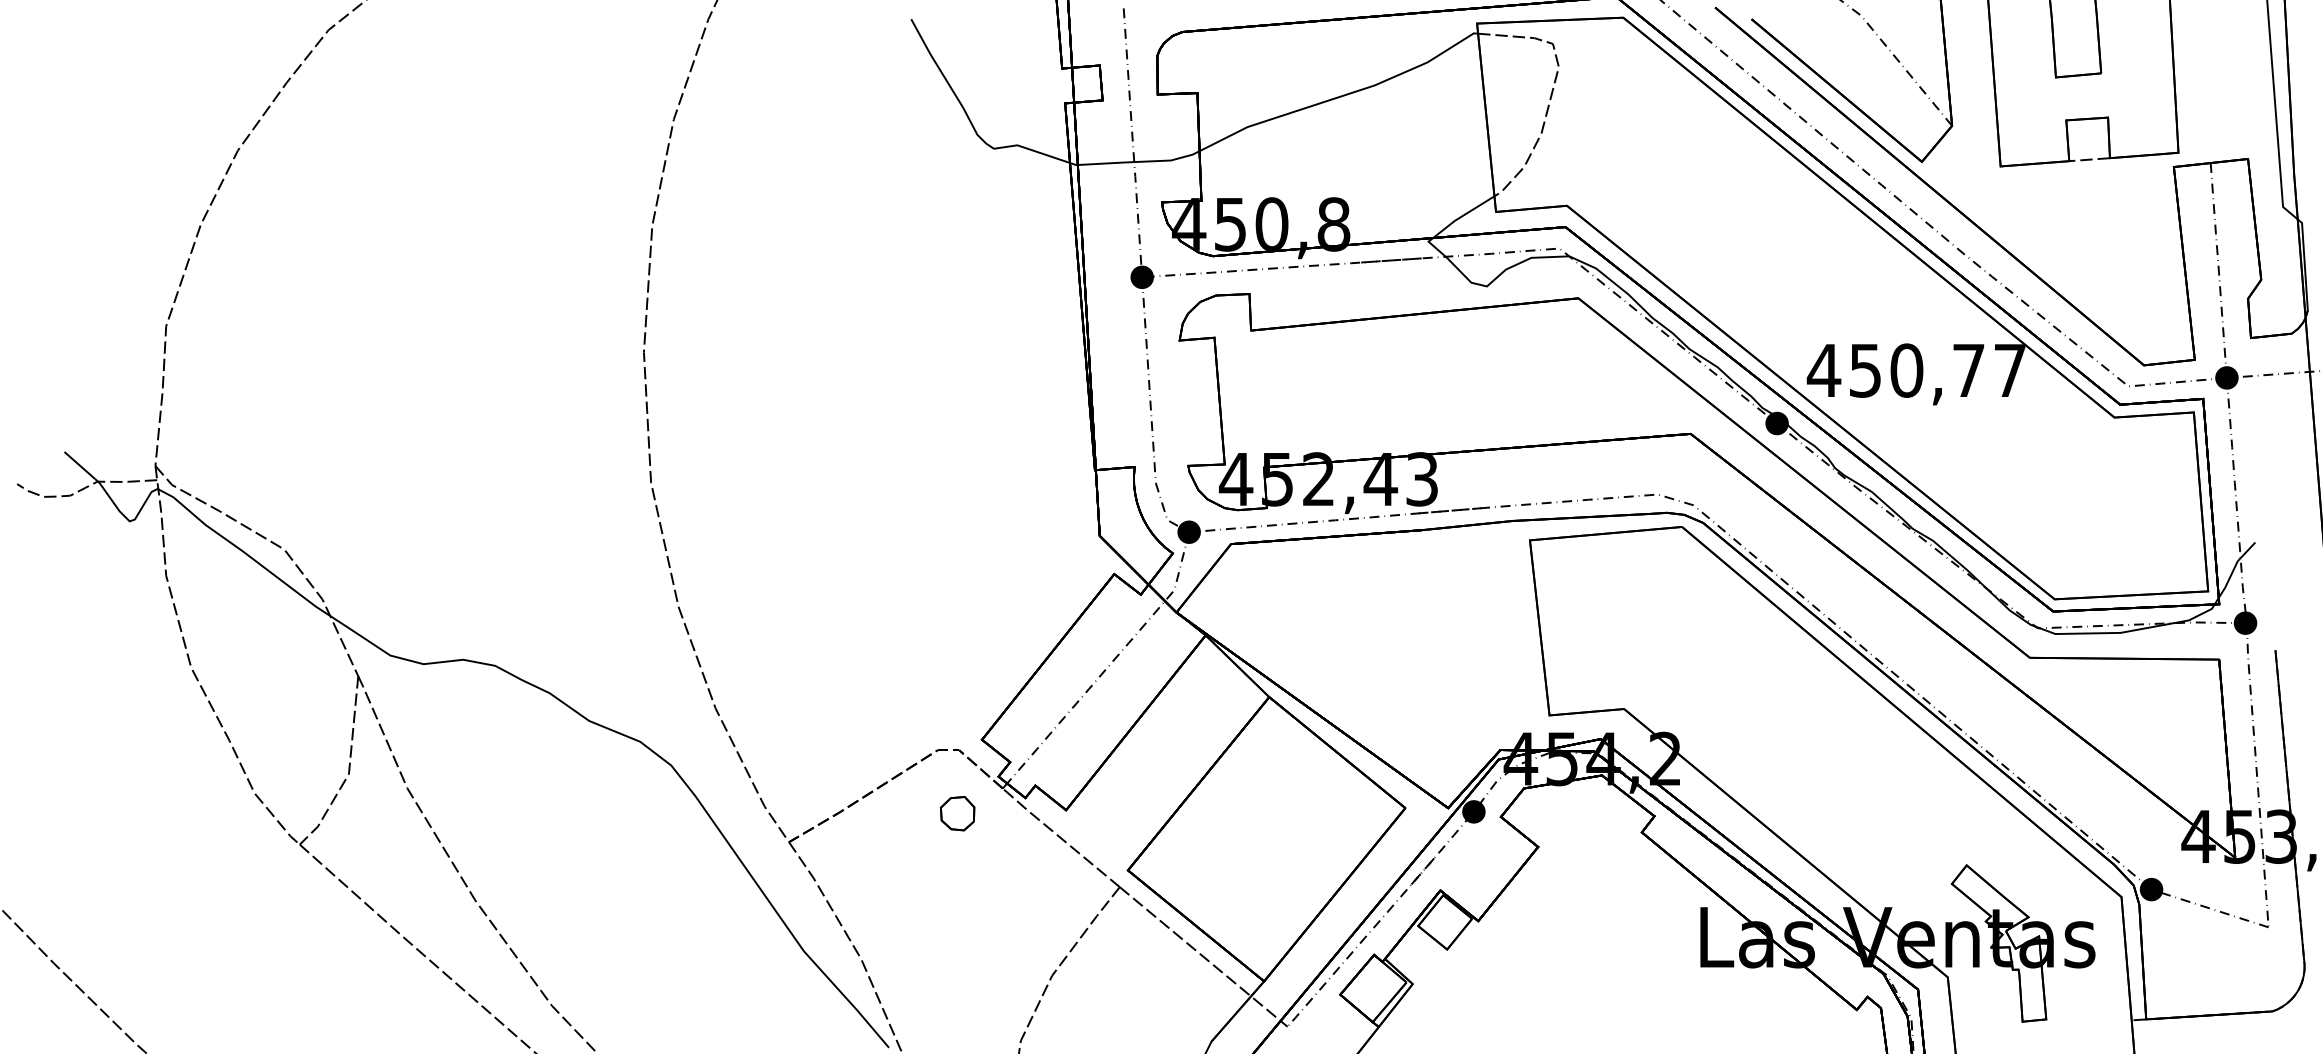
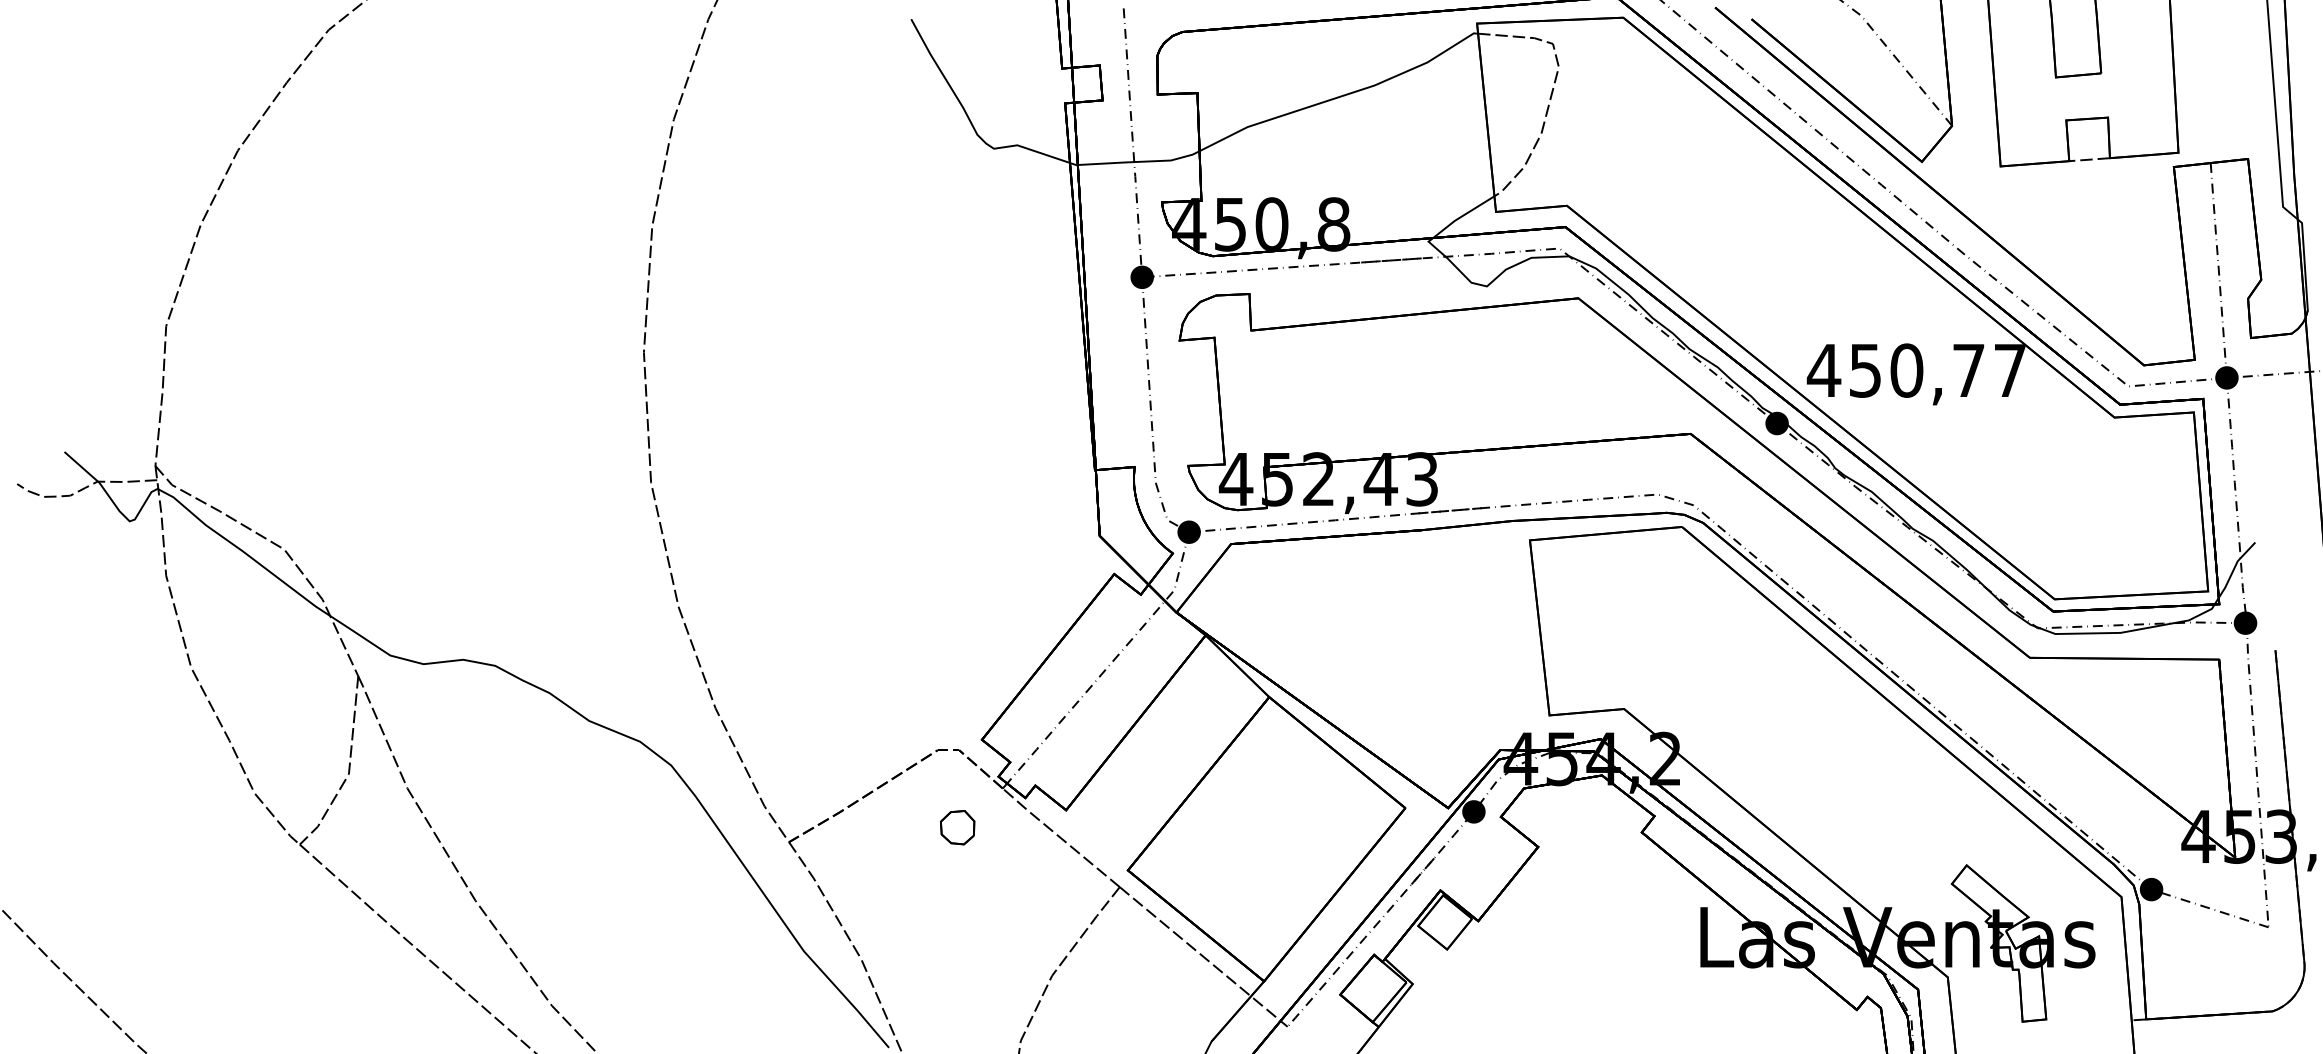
part at (957, 813) position: (957, 813) -> (957, 827)
